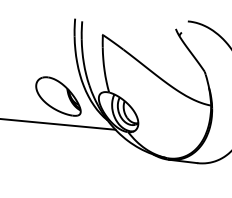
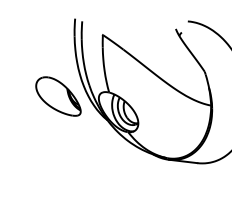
line at (58, 124): present -> none
